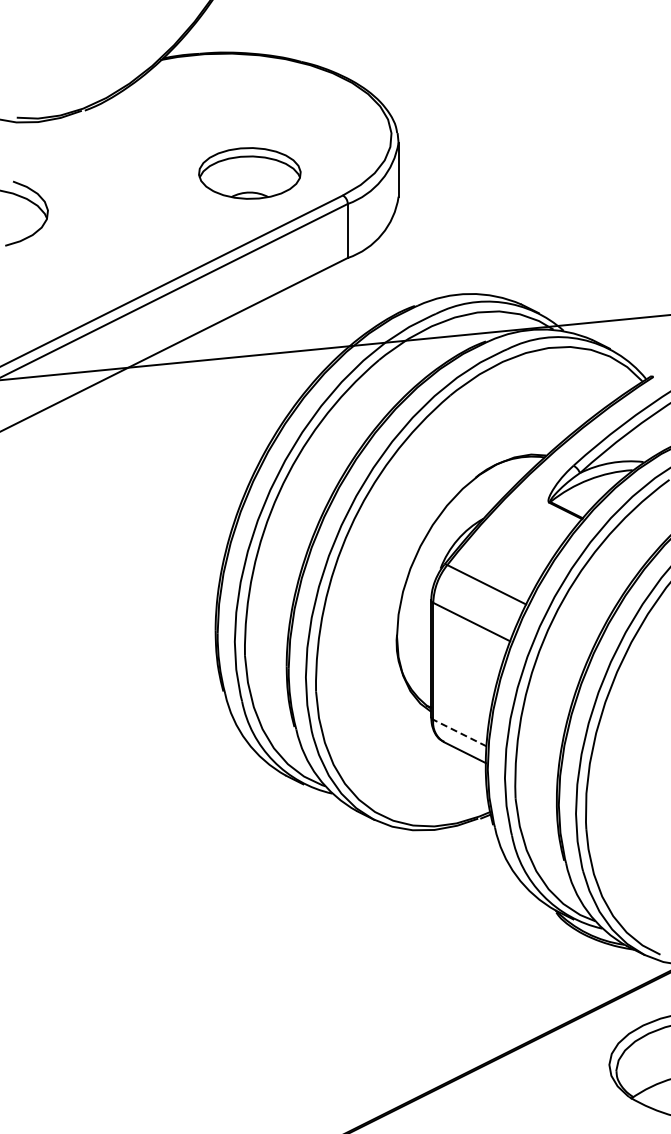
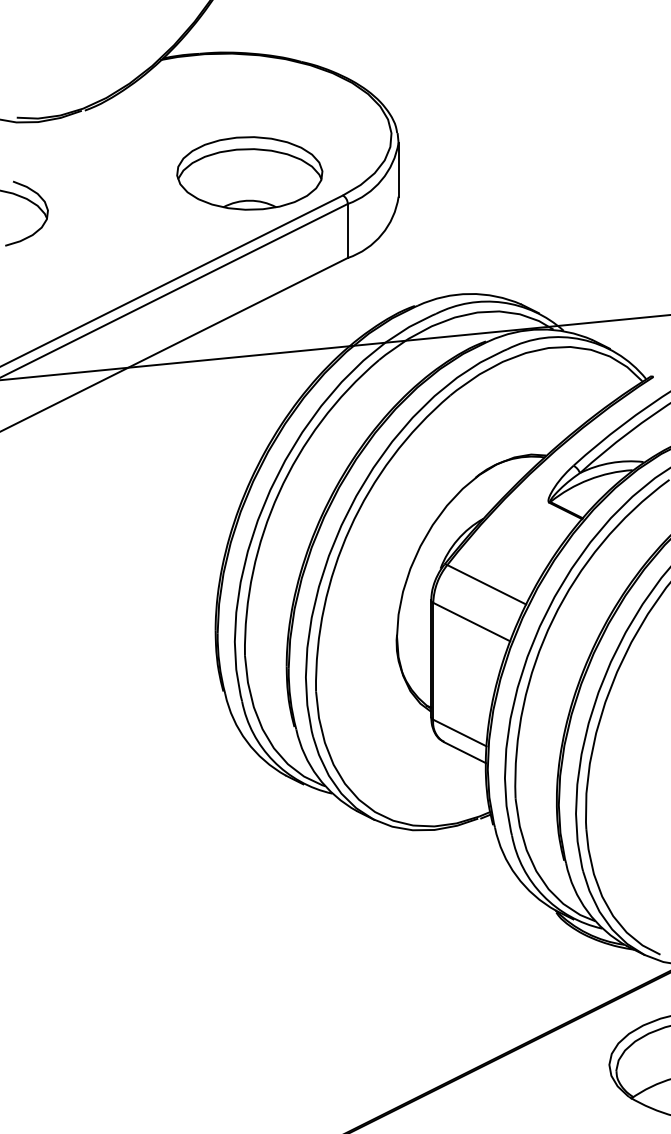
part at (249, 173) size: 104x53 px -> 148x75 px
line at (459, 733): dashed -> solid
